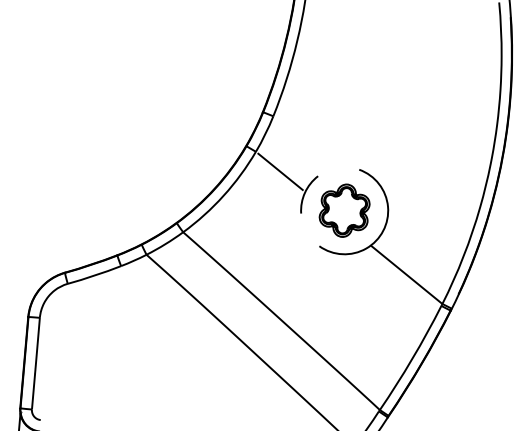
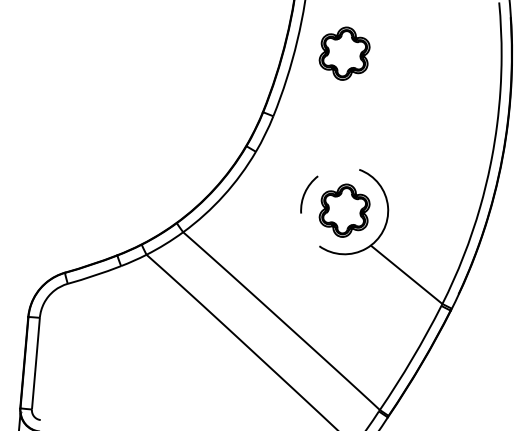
part at (344, 53): none -> present
line at (280, 171): present -> none
